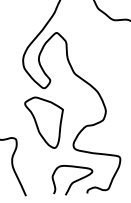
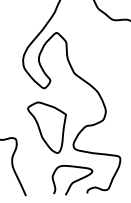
part at (43, 122) position: (43, 122) -> (46, 127)
